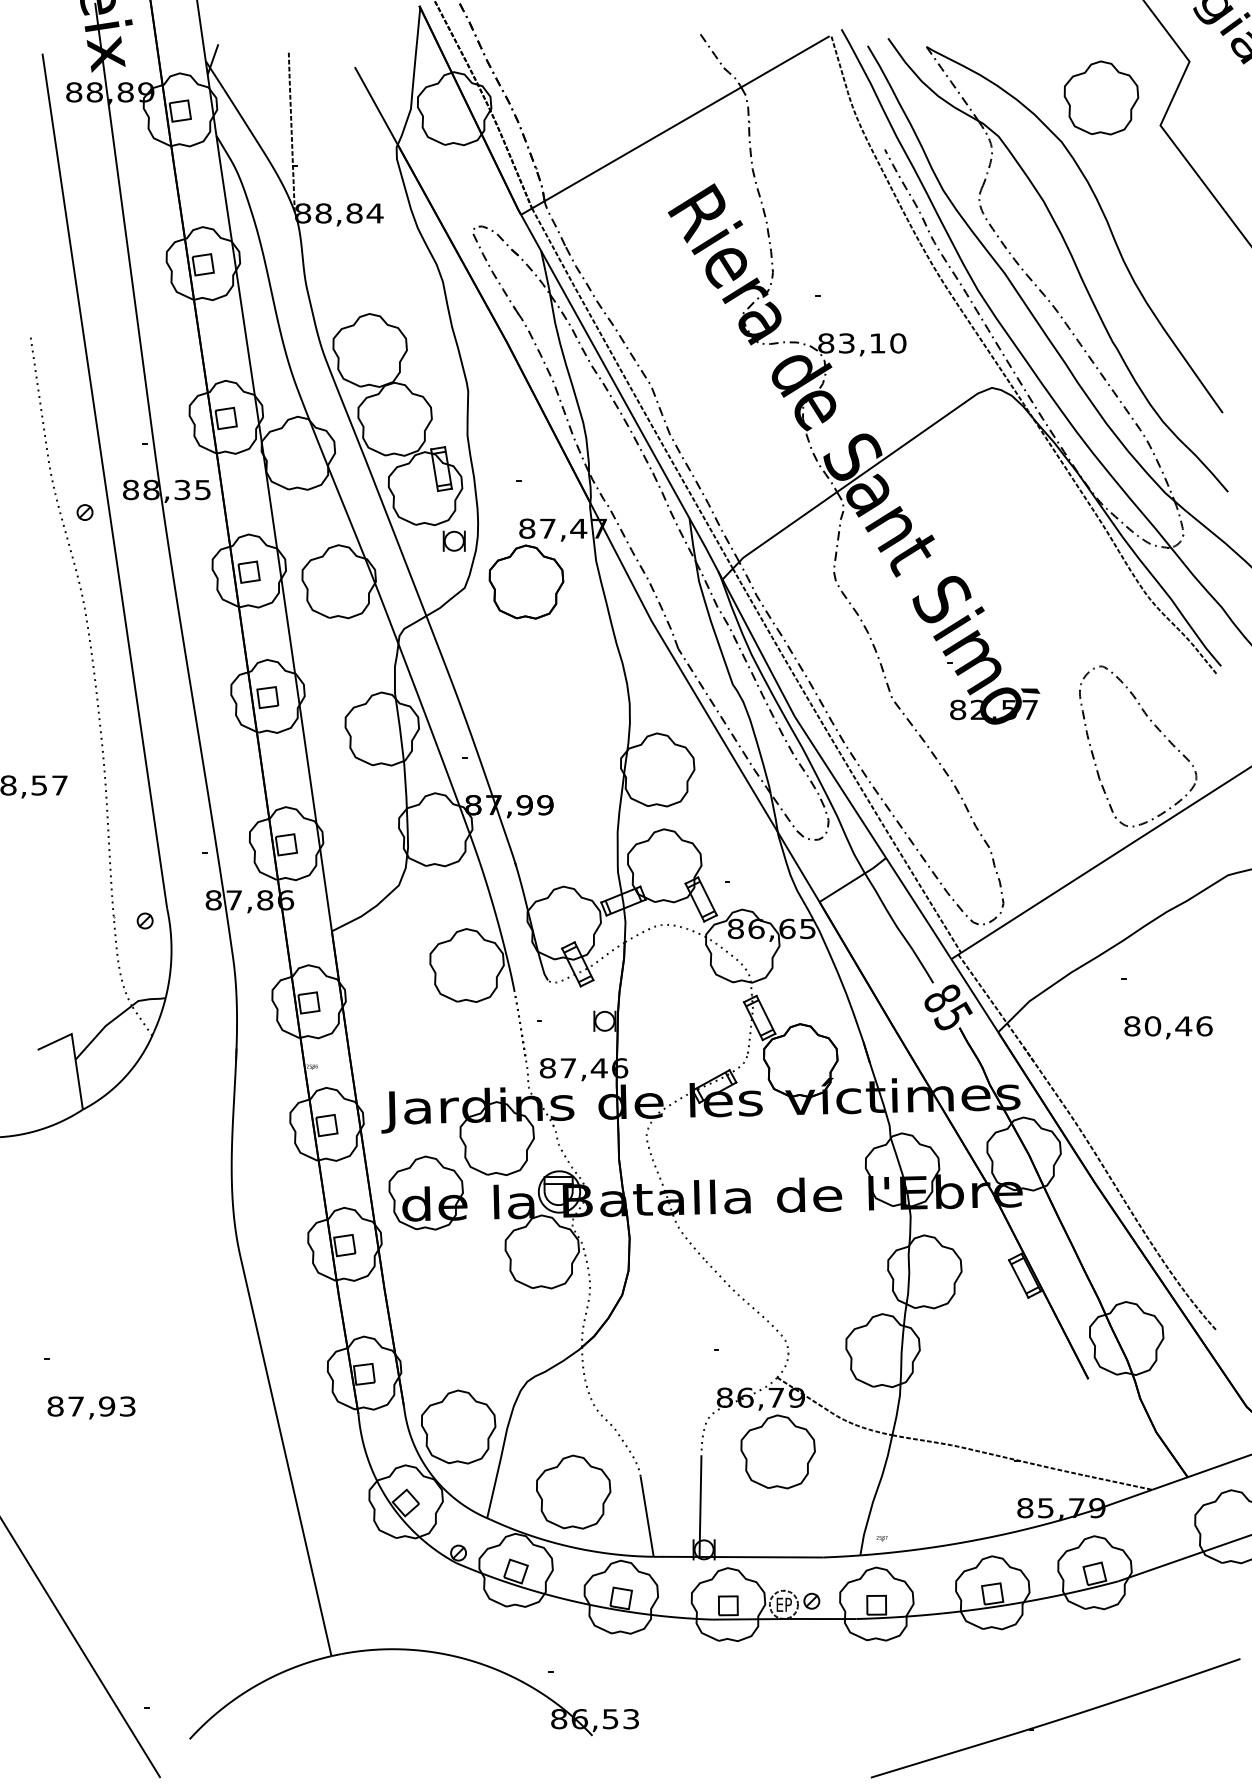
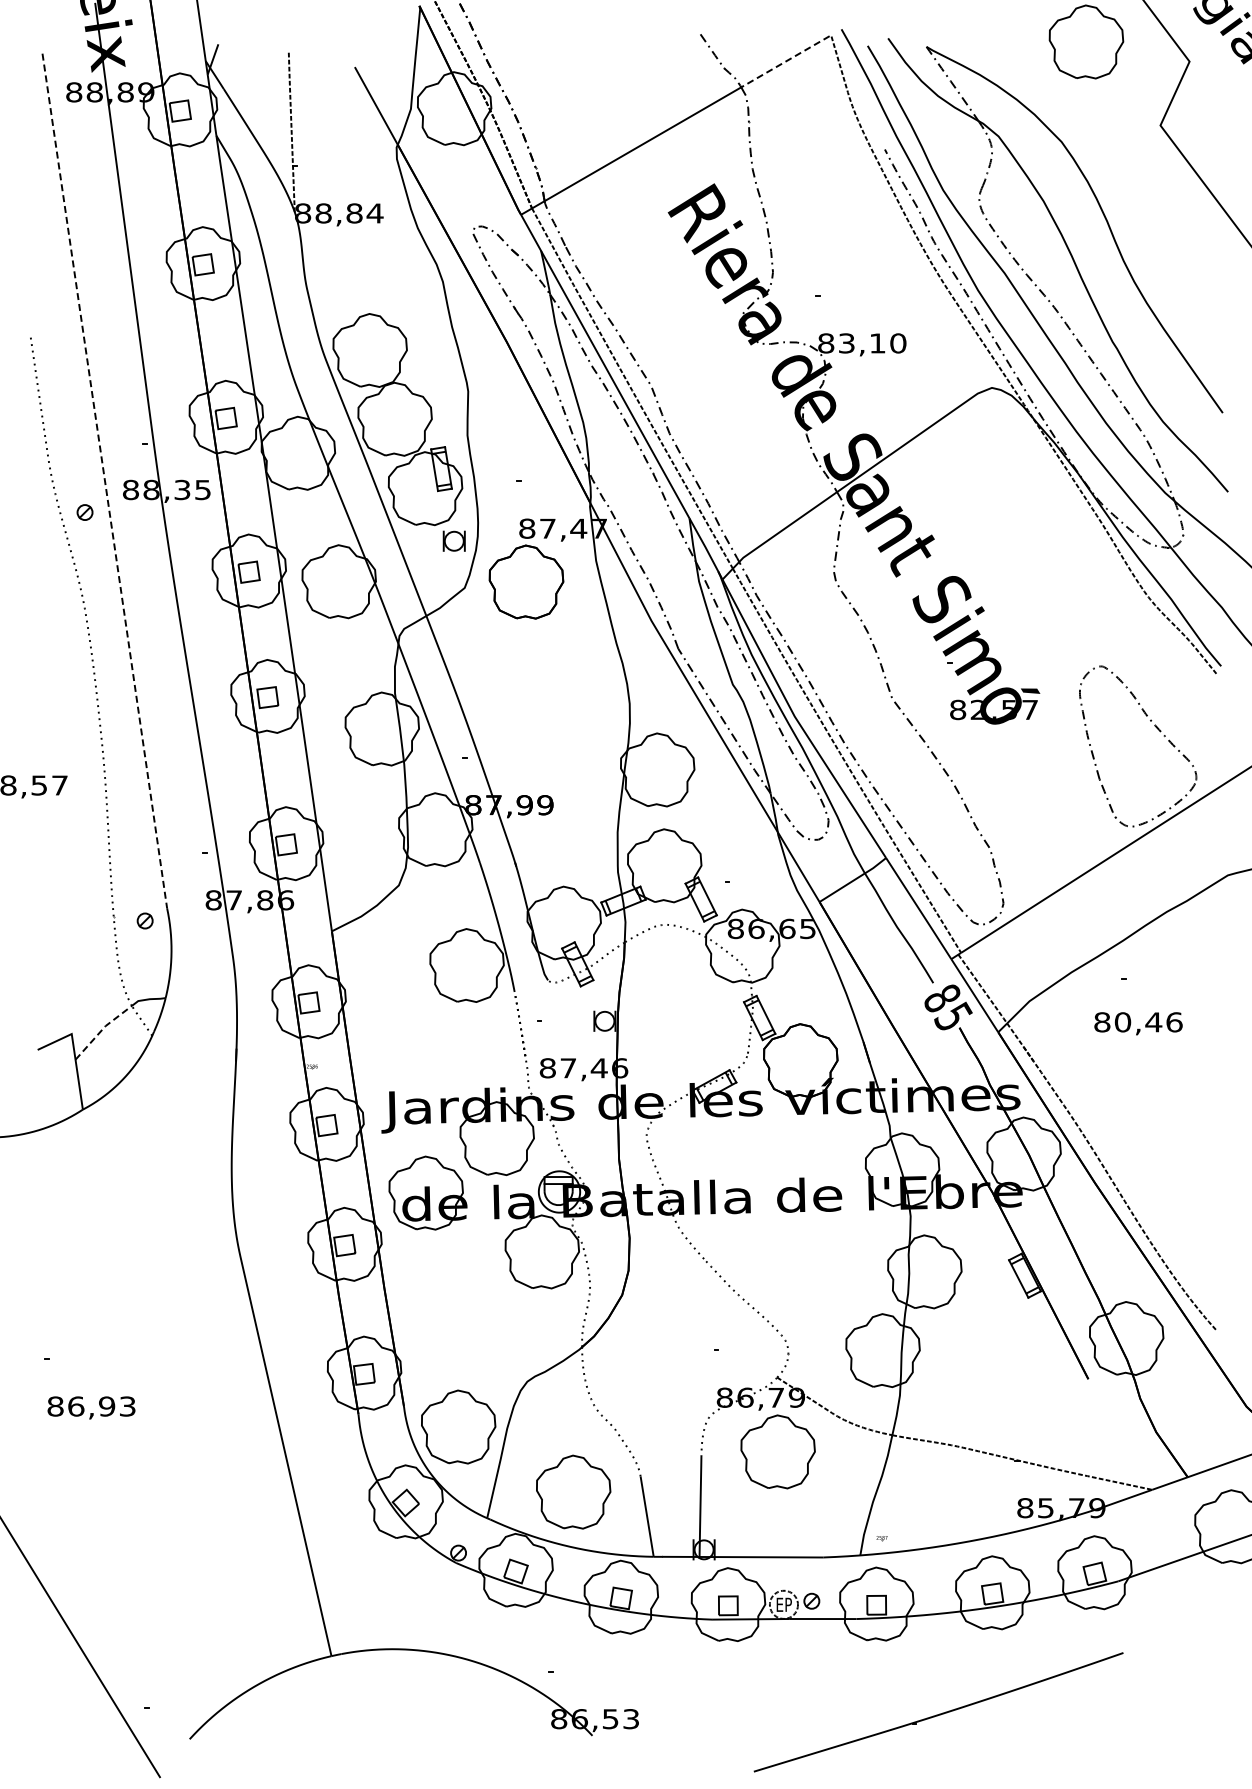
line at (785, 62): solid -> dashed
part at (1101, 97) position: (1101, 97) -> (1086, 41)
line at (105, 481): solid -> dashed
text at (1168, 1027) position: (1168, 1027) -> (1138, 1023)
line at (102, 1029): solid -> dashed
text at (76, 1406): 87,93 -> 86,93
part at (1055, 1718) position: (1055, 1718) -> (938, 1712)
